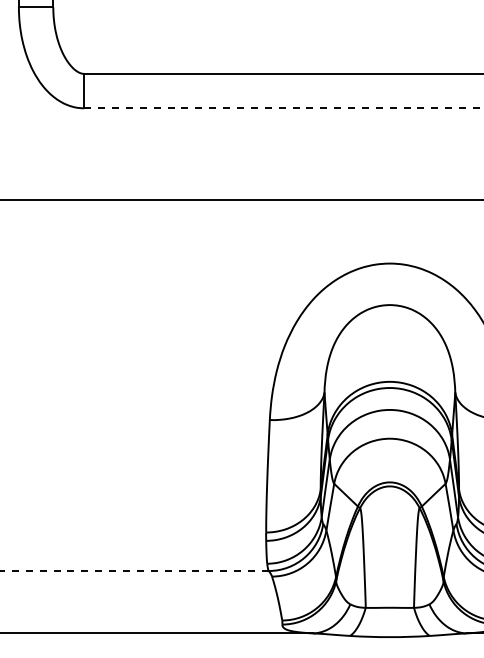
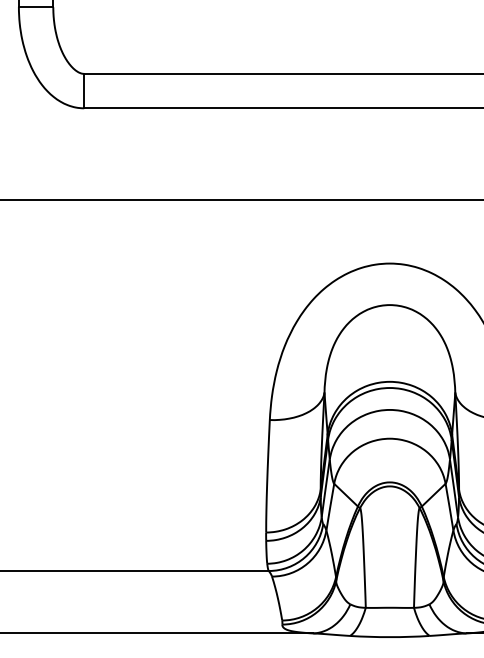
line at (284, 108): dashed -> solid
line at (134, 571): dashed -> solid
